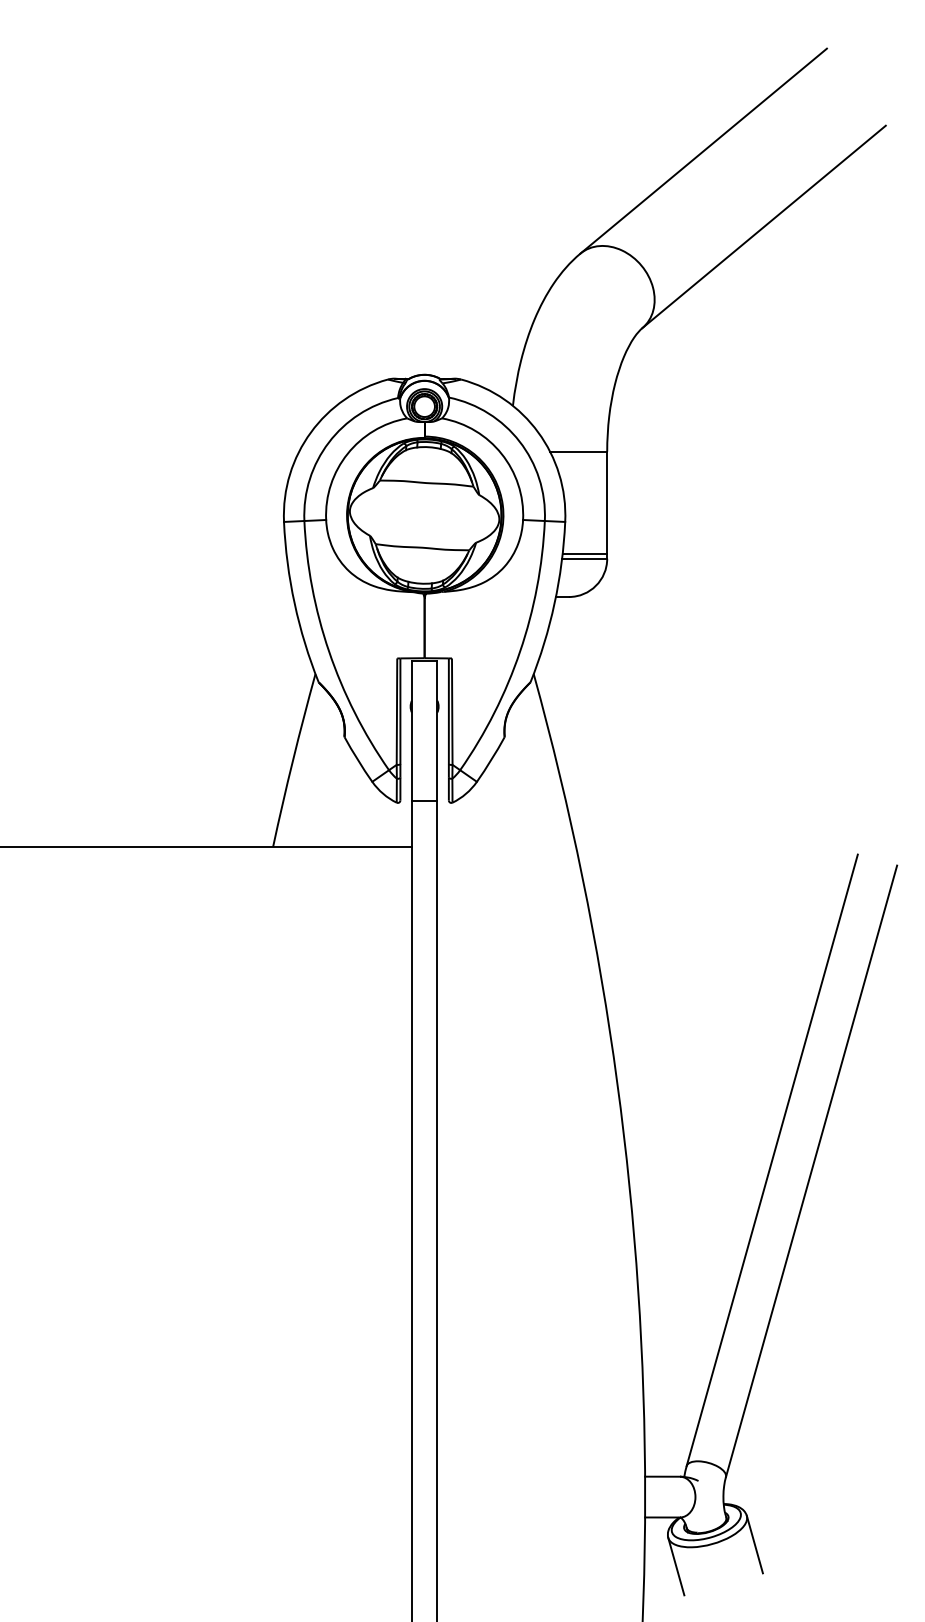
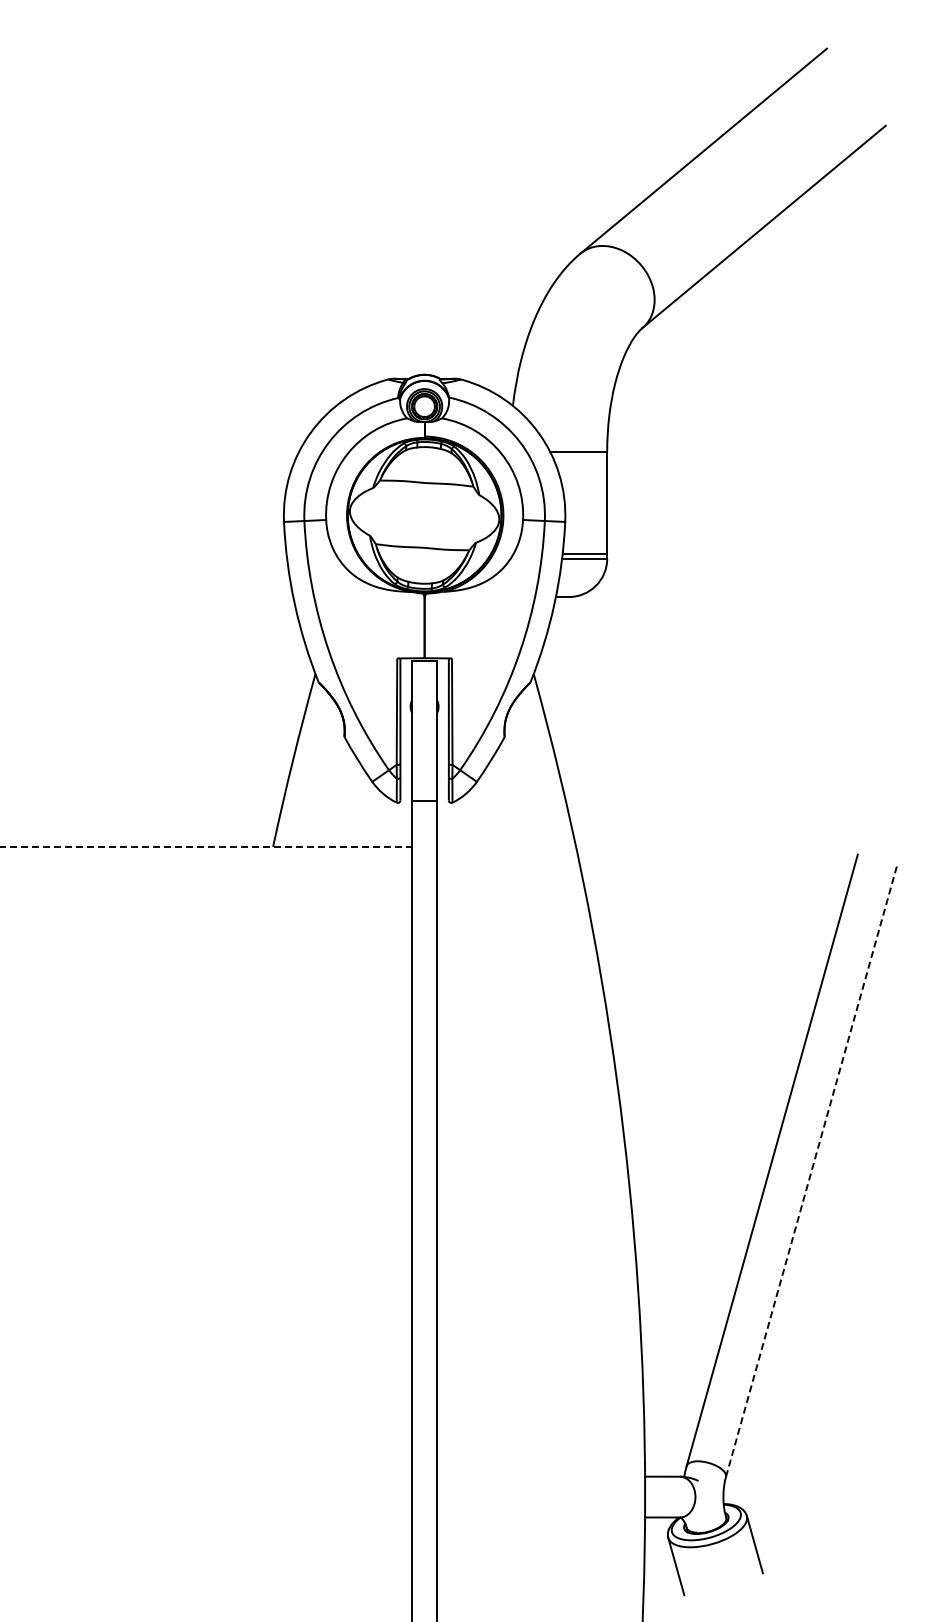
line at (206, 846): solid -> dashed
line at (811, 1170): solid -> dashed
